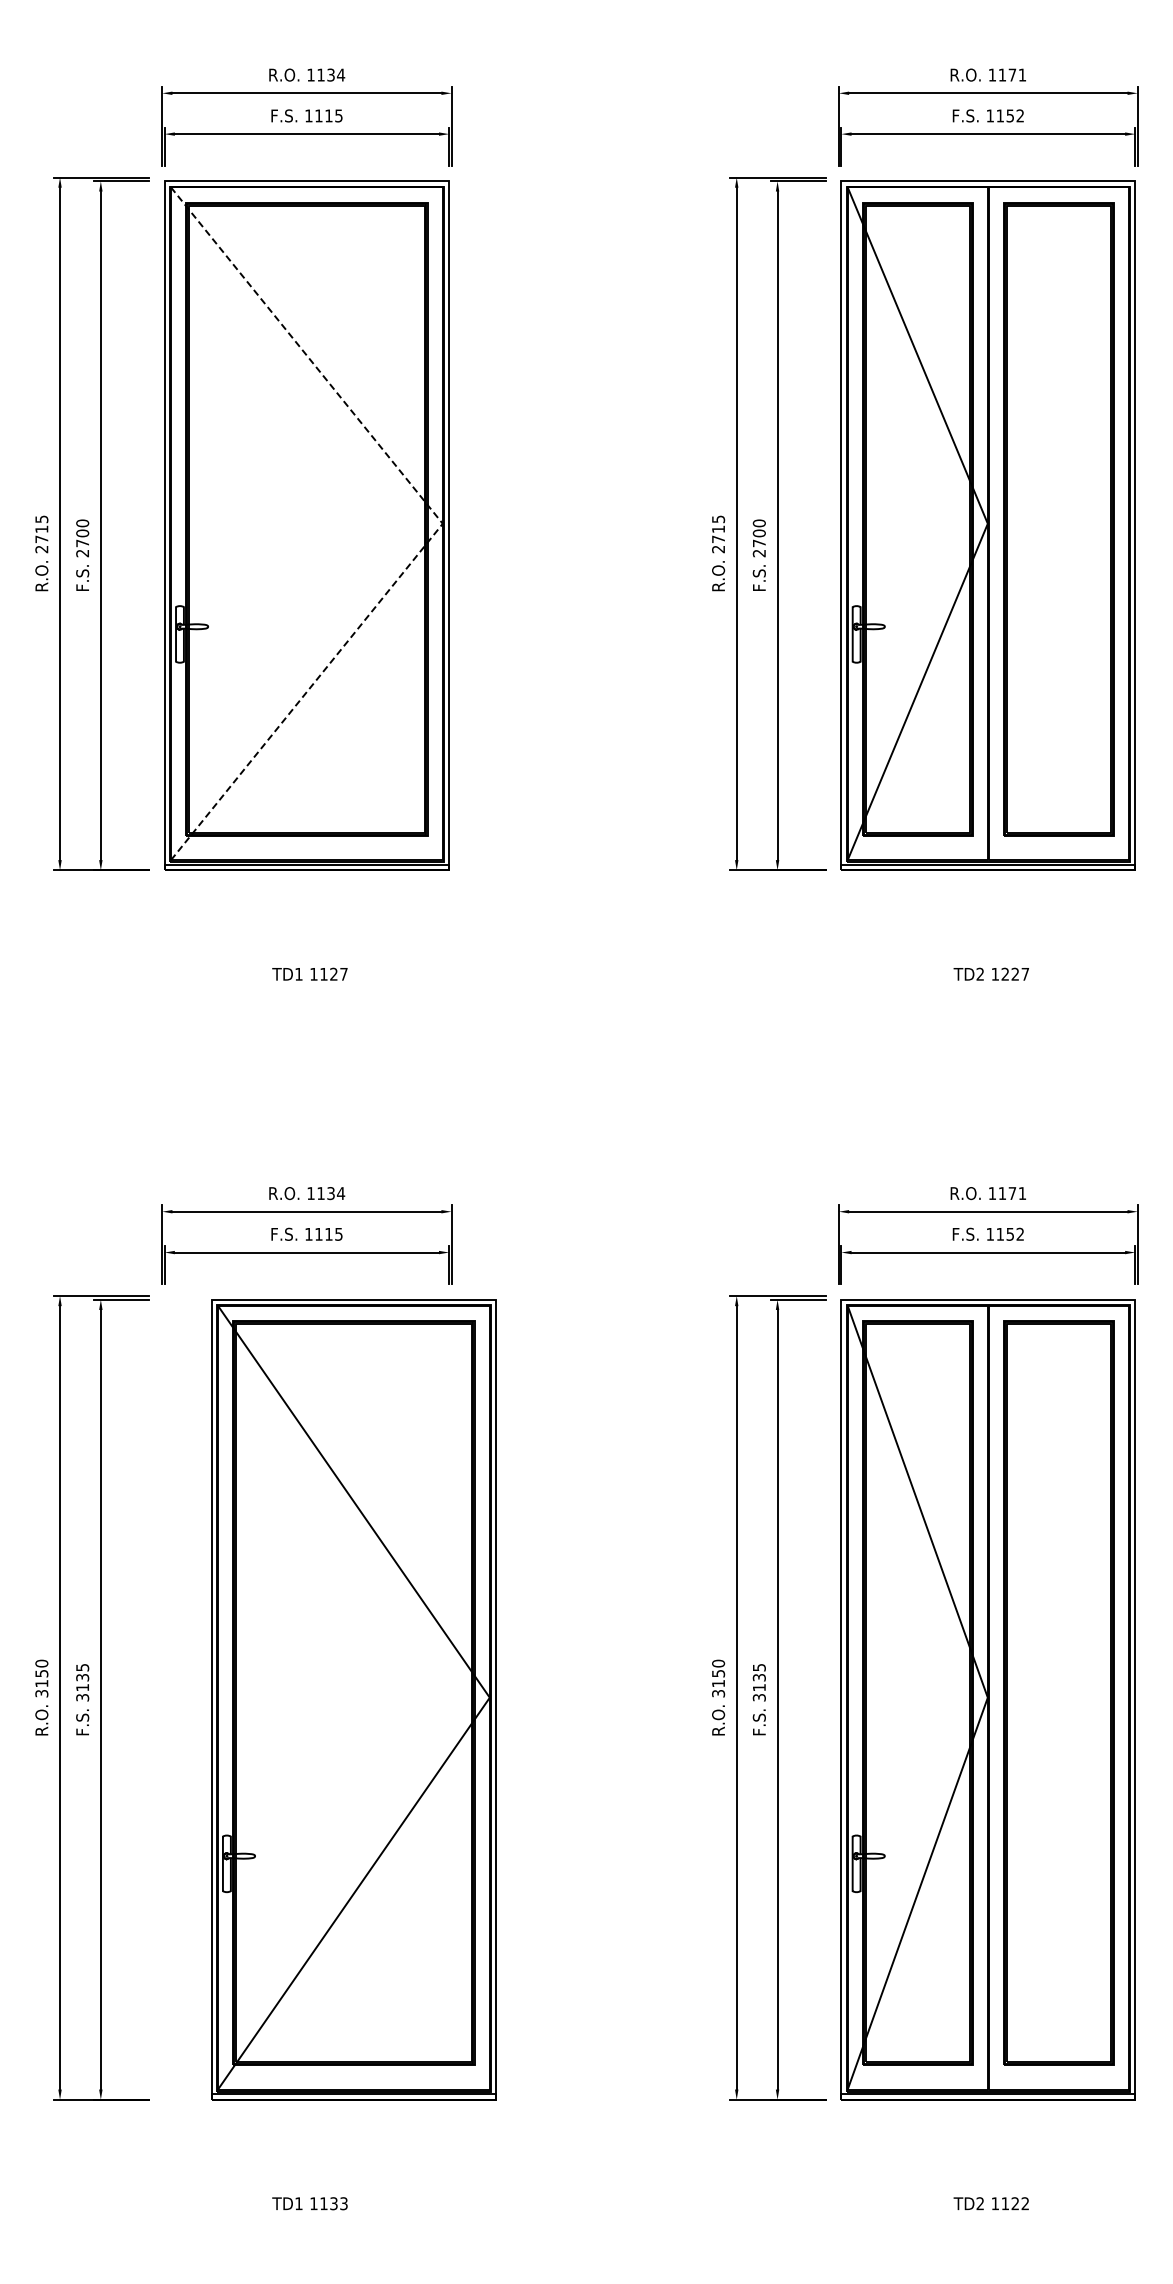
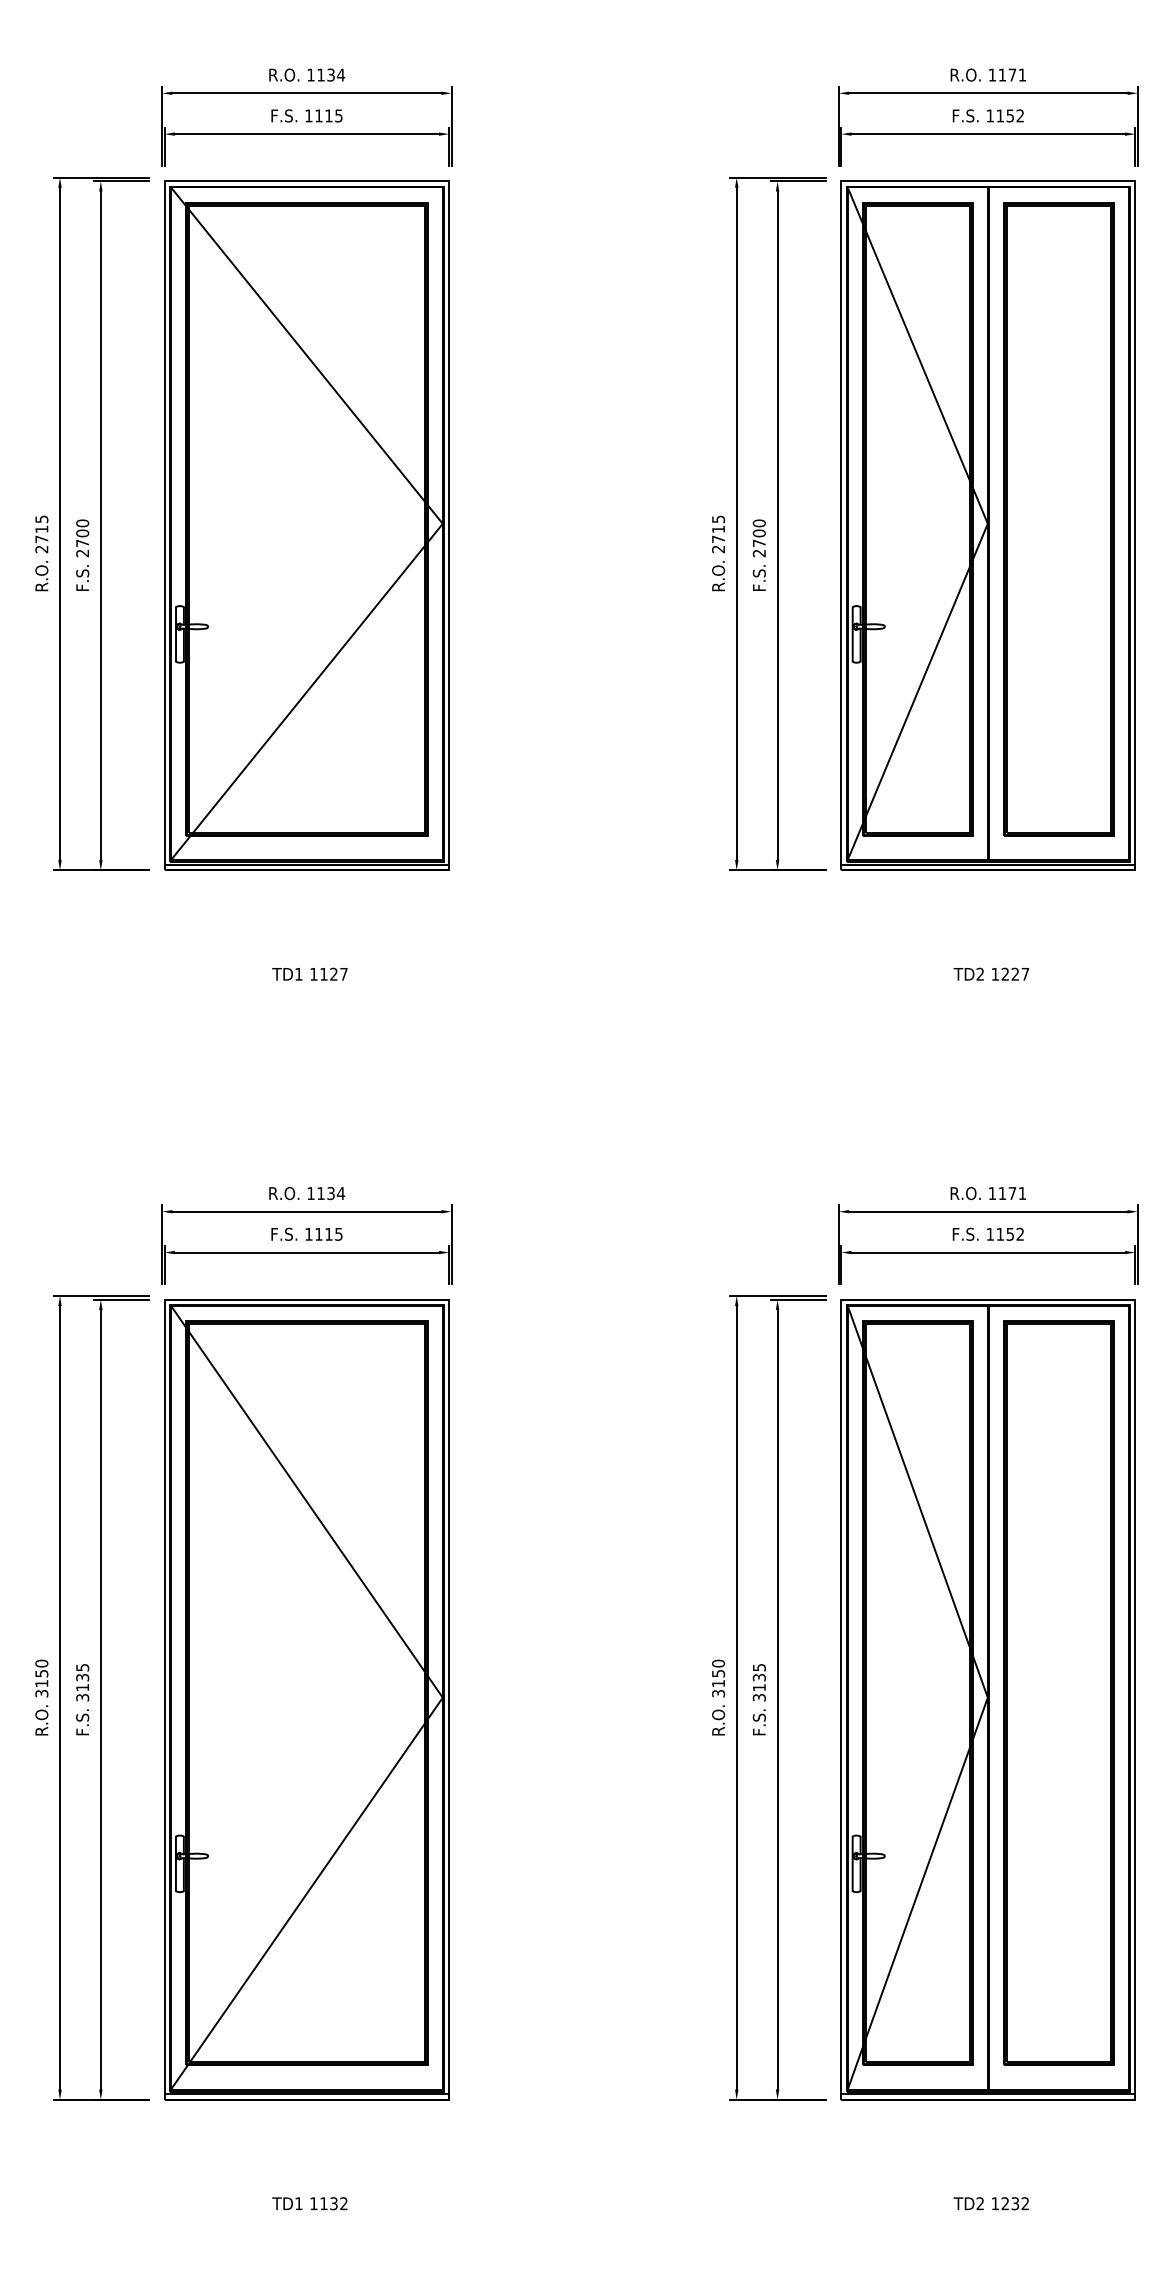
line at (442, 523): dashed -> solid
part at (353, 1699) position: (353, 1699) -> (306, 1699)
text at (343, 2203): 1133 -> 1132
text at (1010, 2203): 1122 -> 1232
